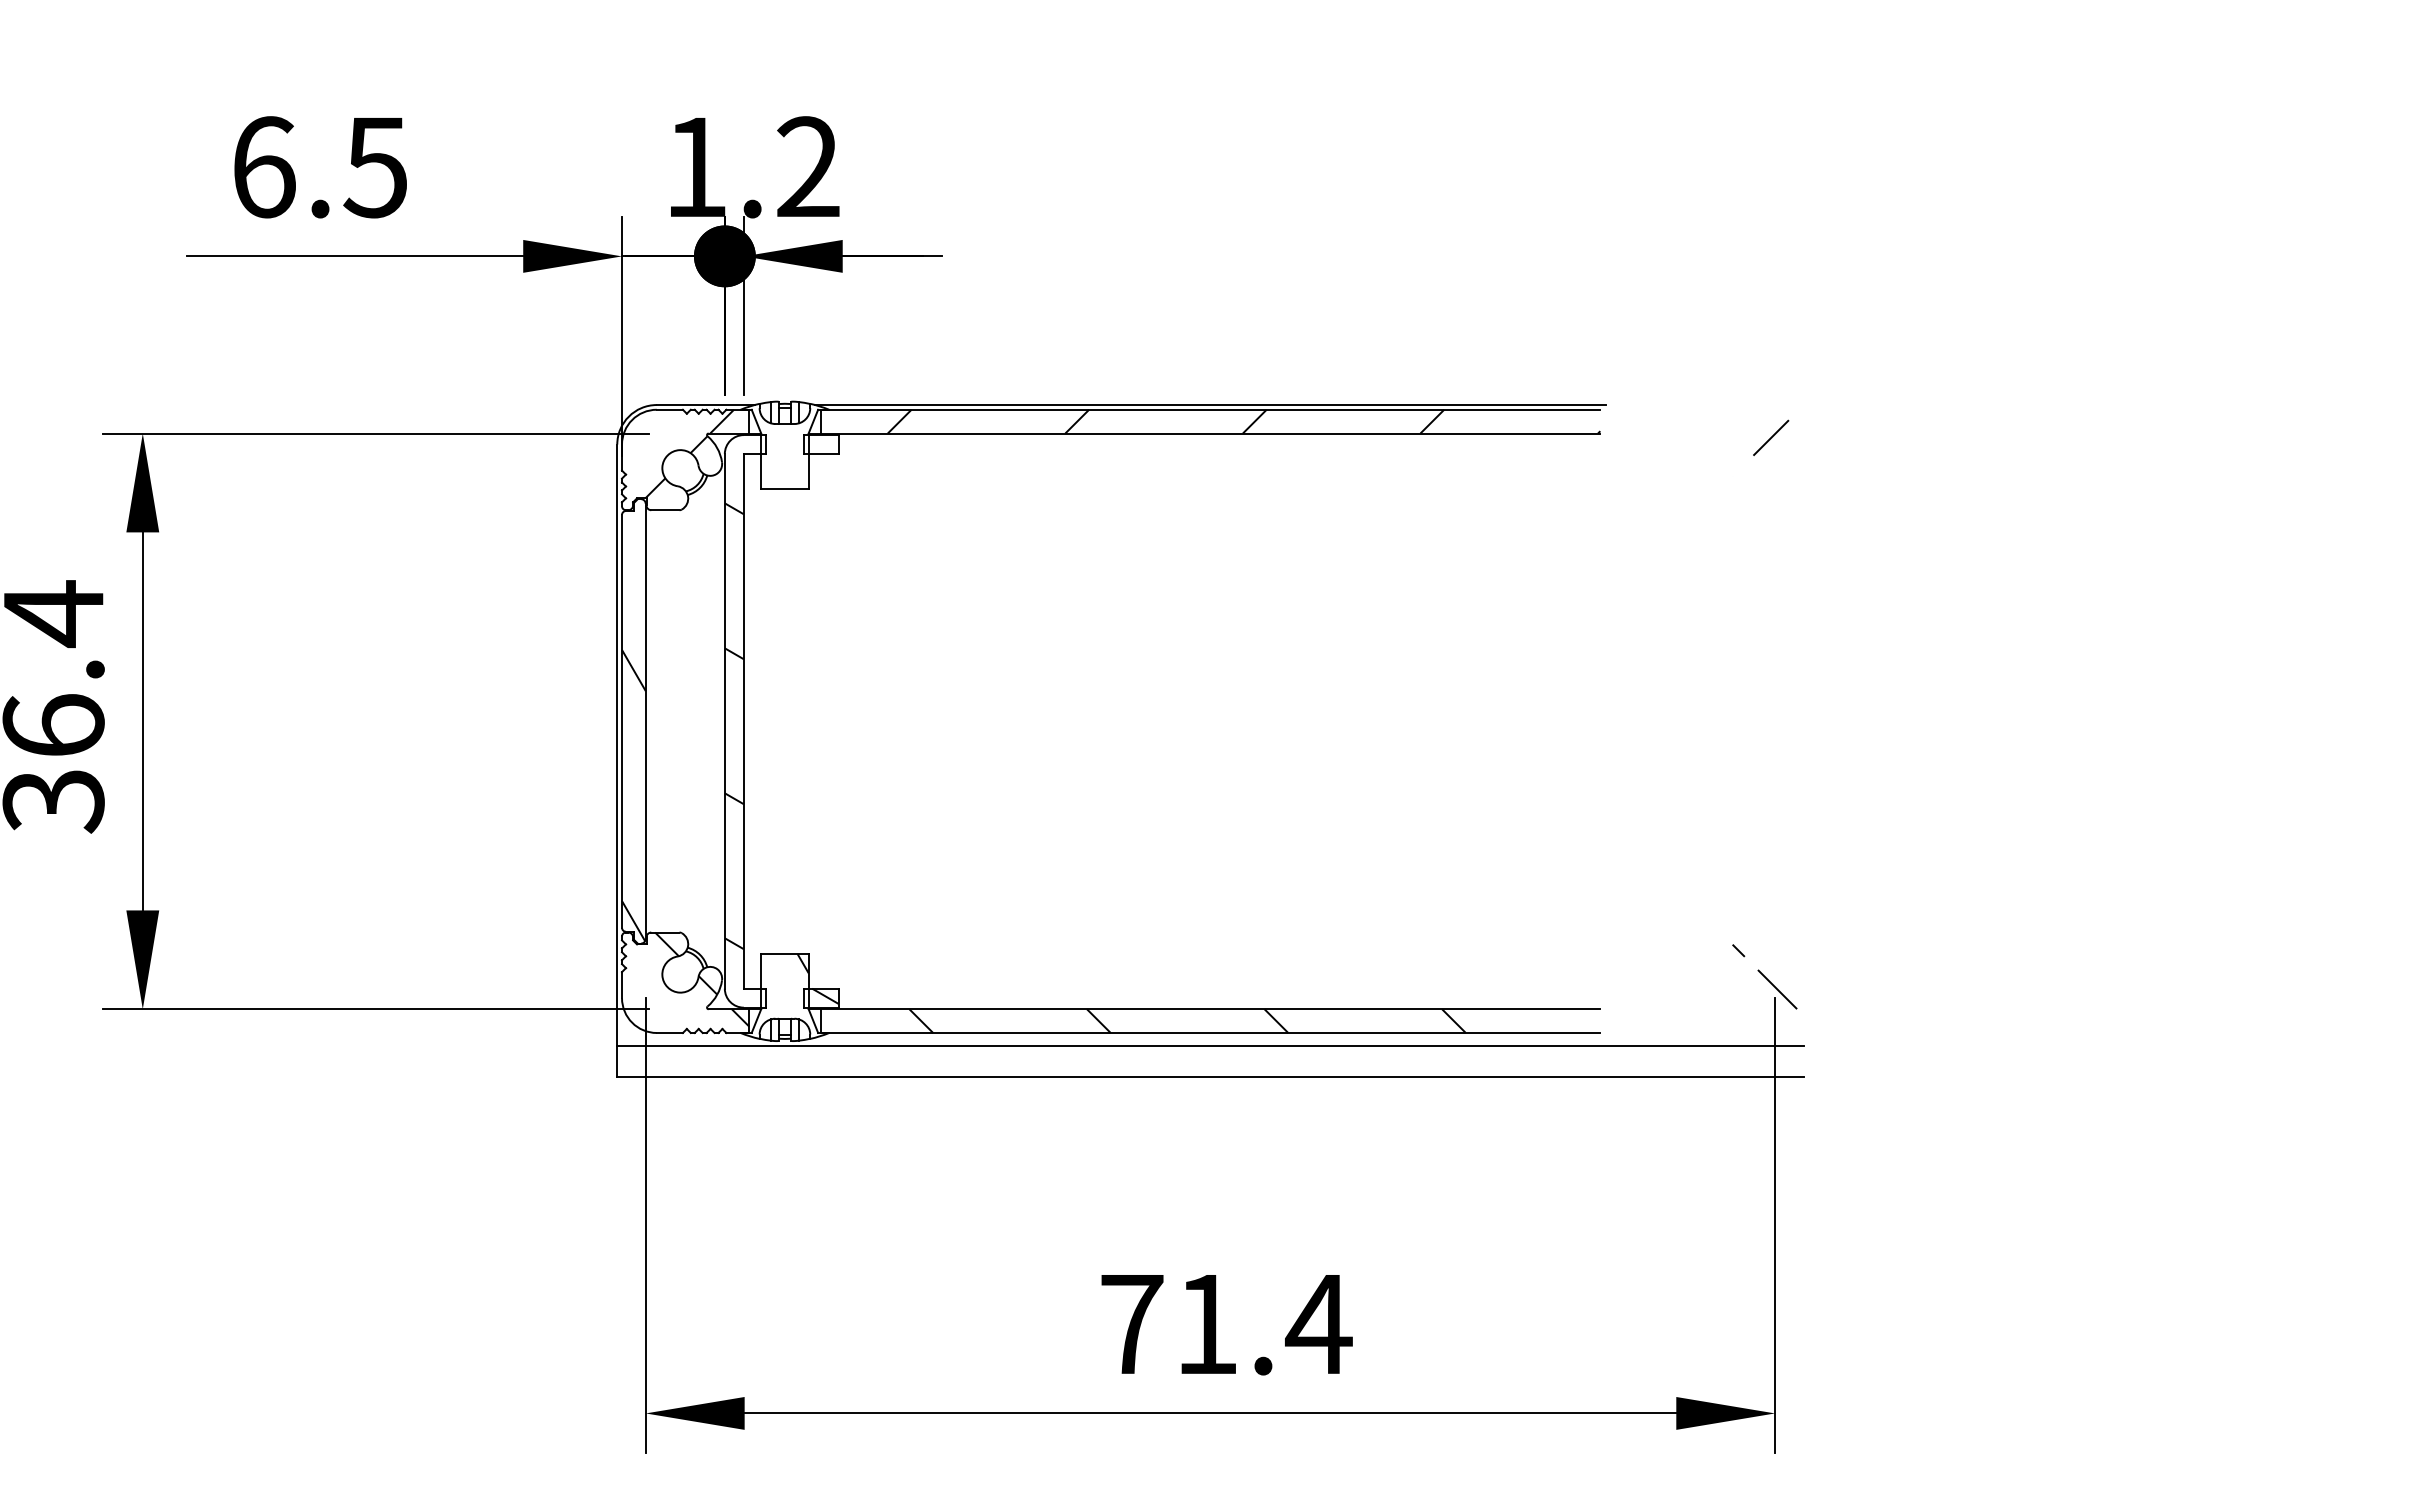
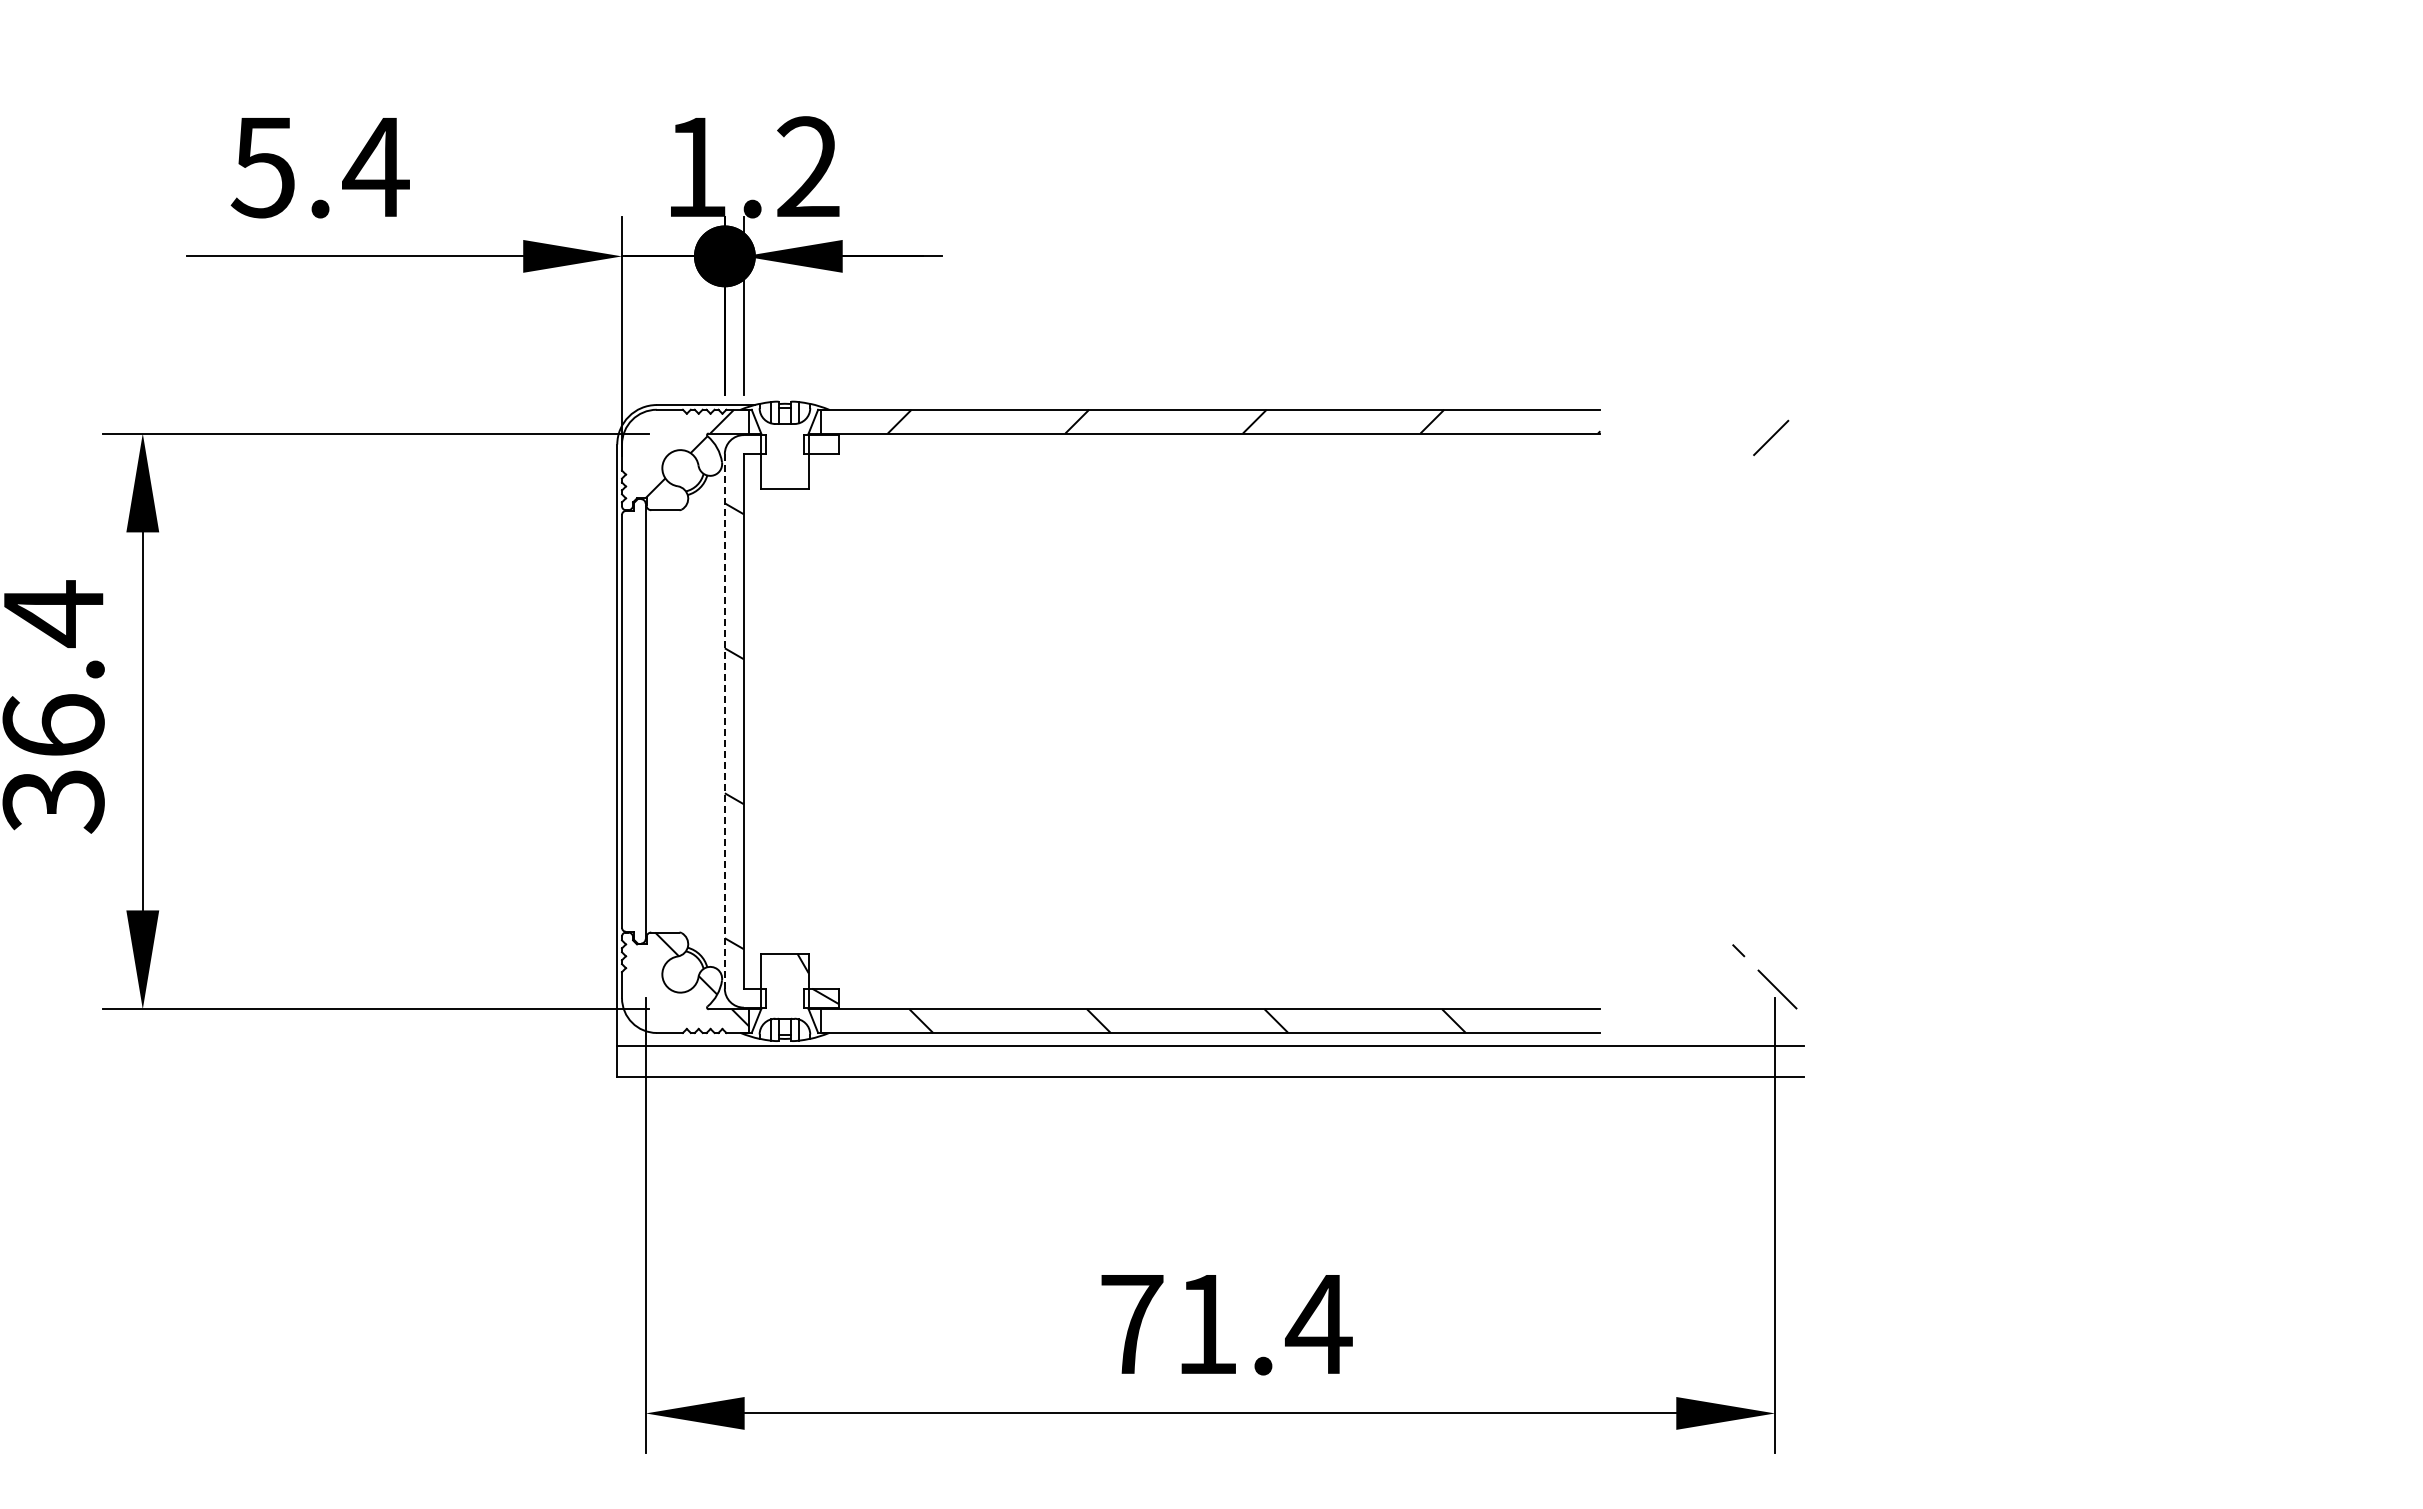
text at (319, 167): 6.5 -> 5.4
line at (1210, 405): present -> none
line at (724, 721): solid -> dashed
hatch at (633, 795): present -> none
